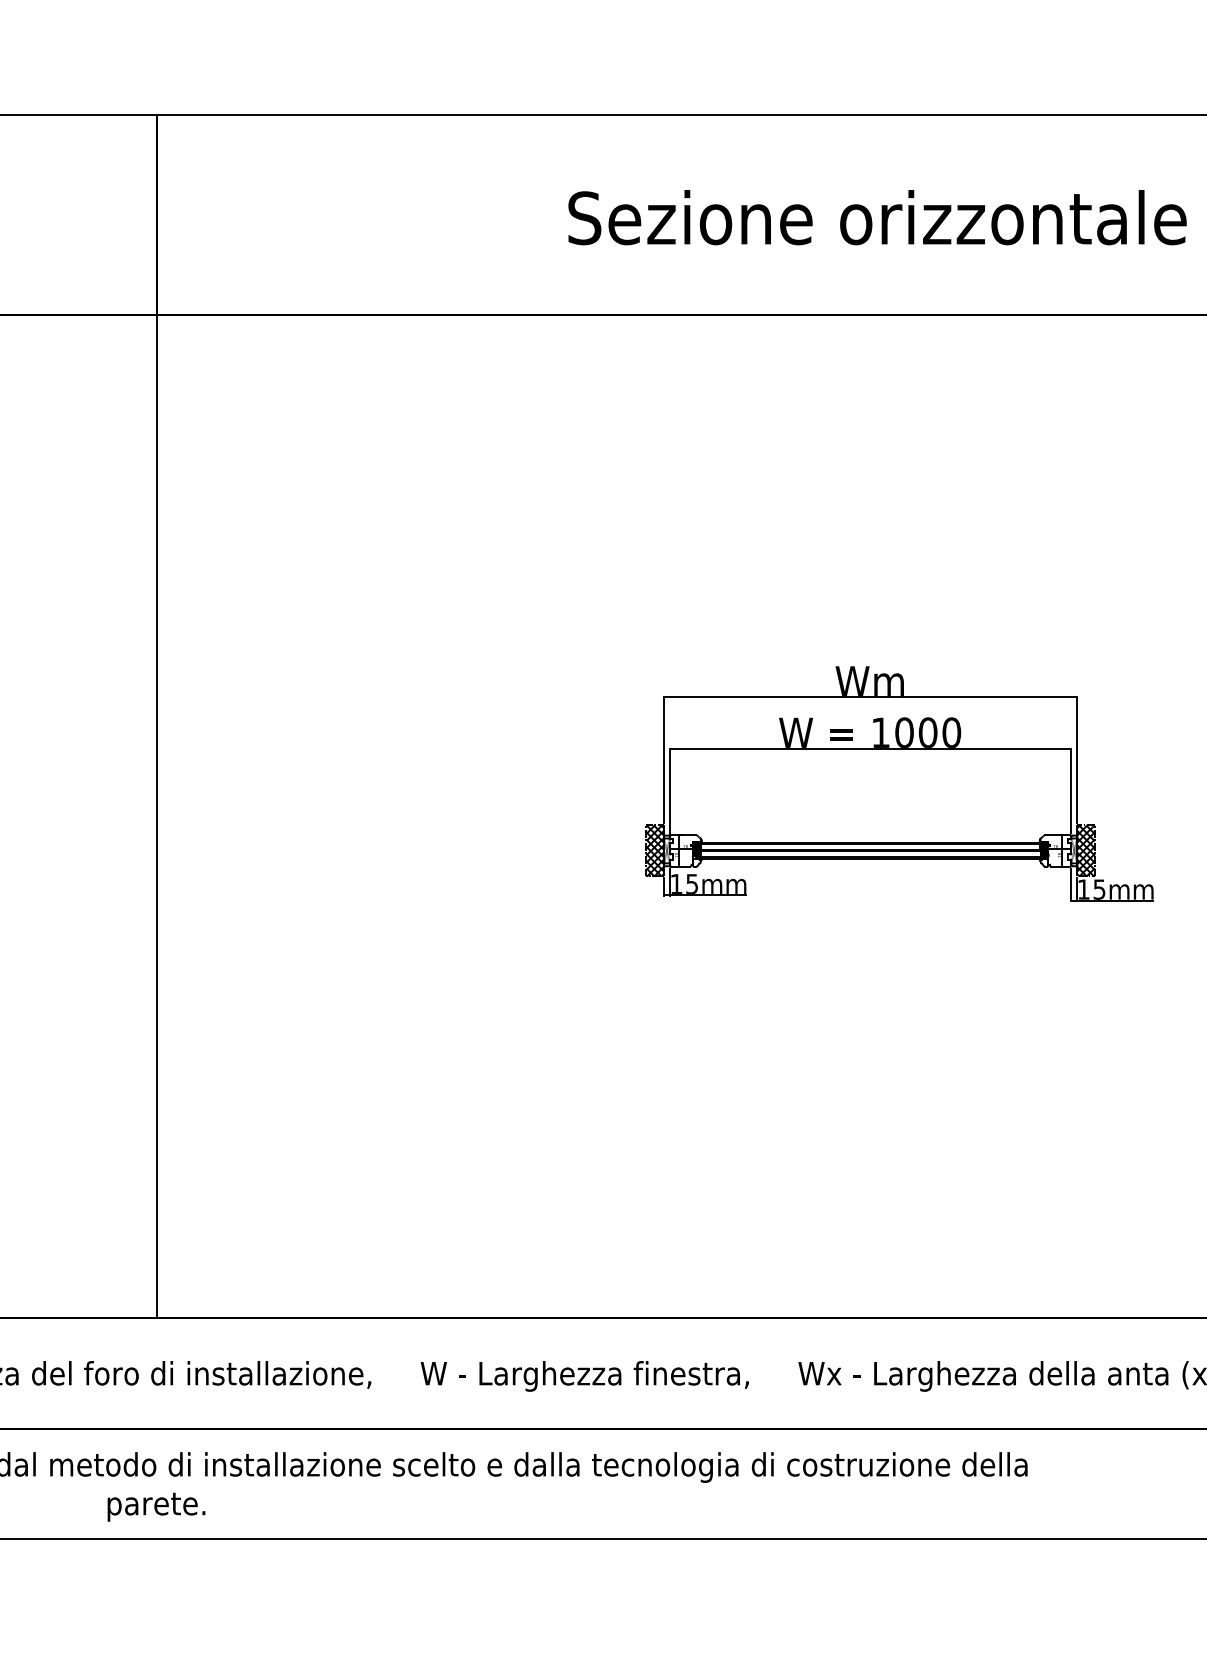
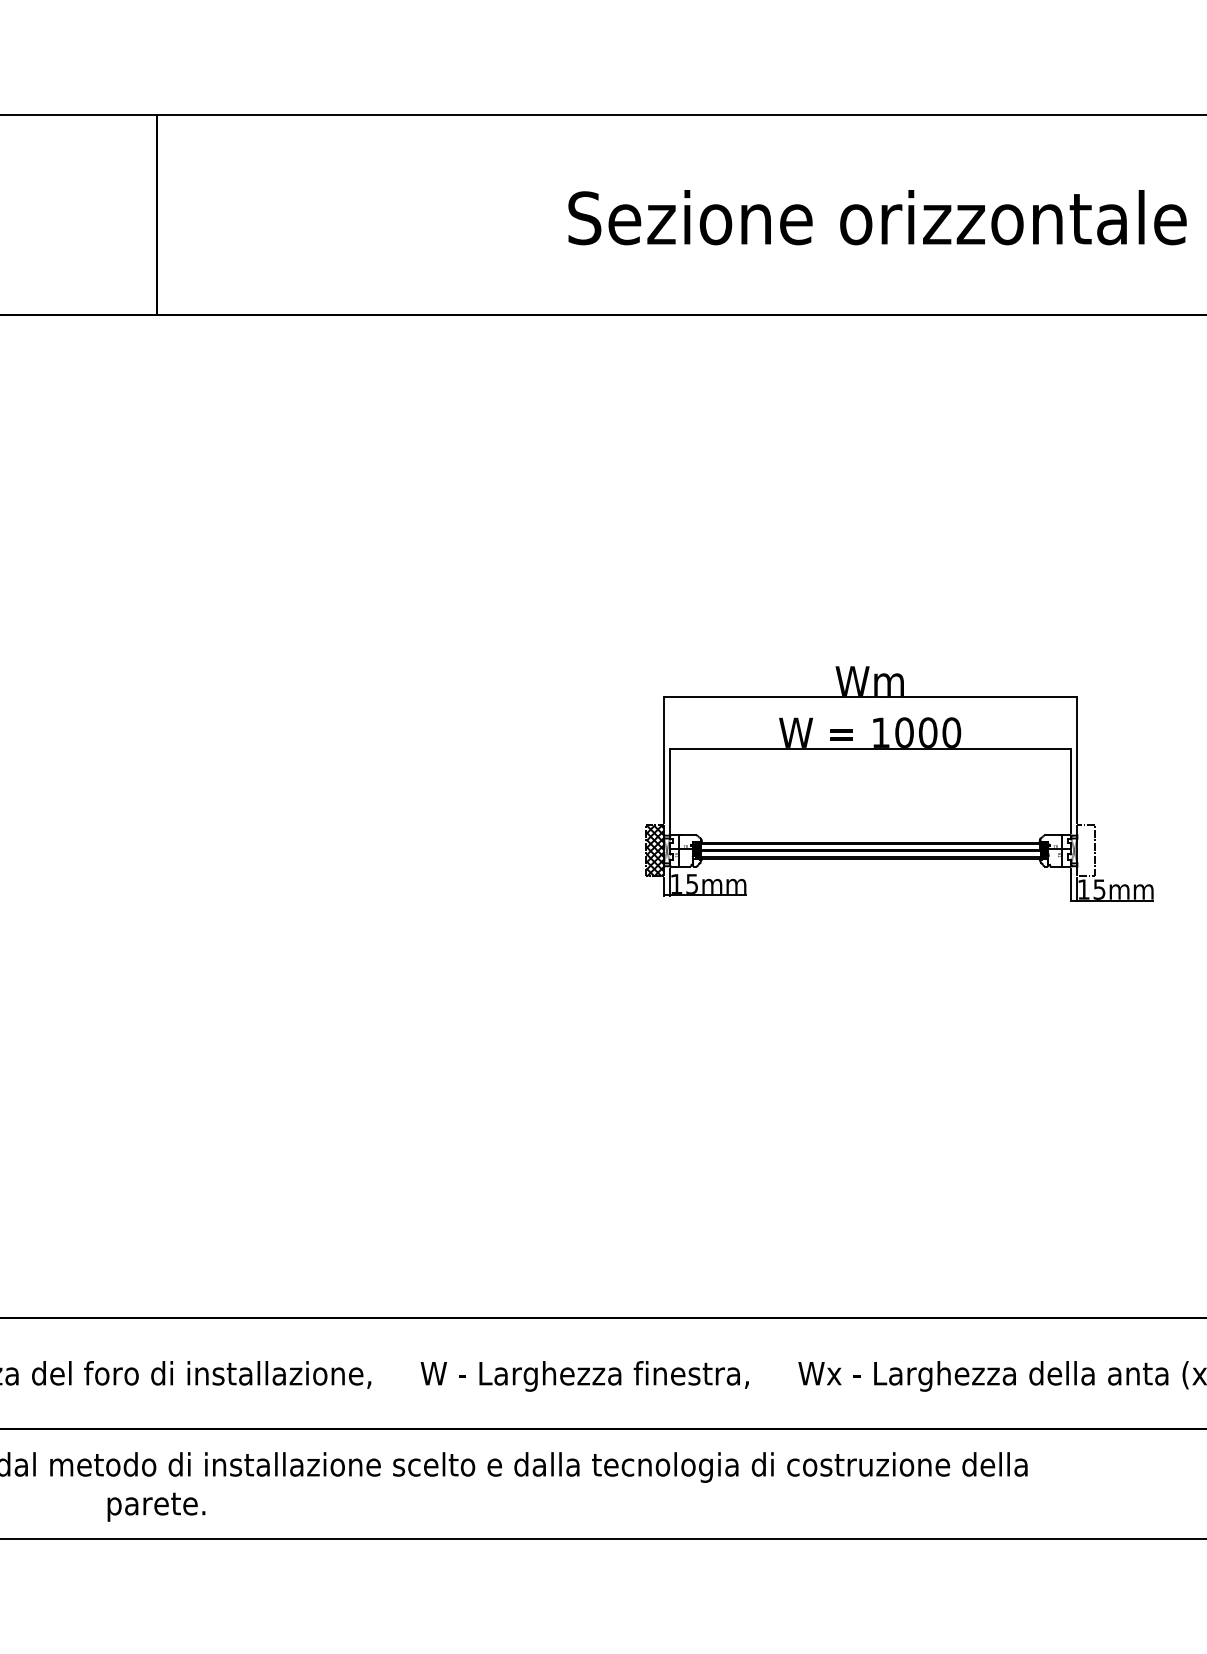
line at (156, 816): present -> none
hatch at (1085, 850): present -> none
